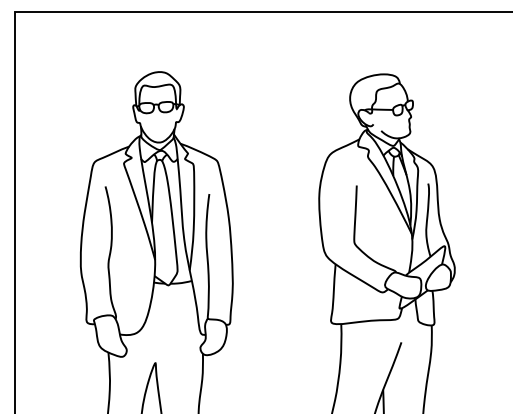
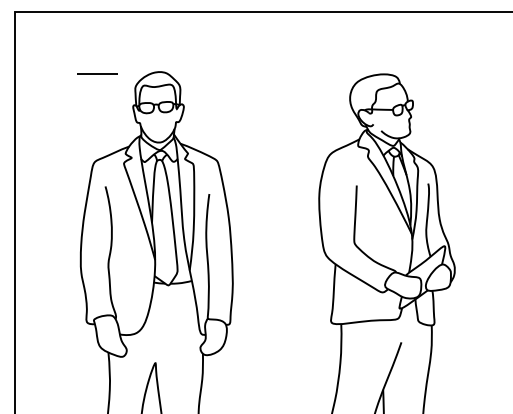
line at (97, 73): none -> present
